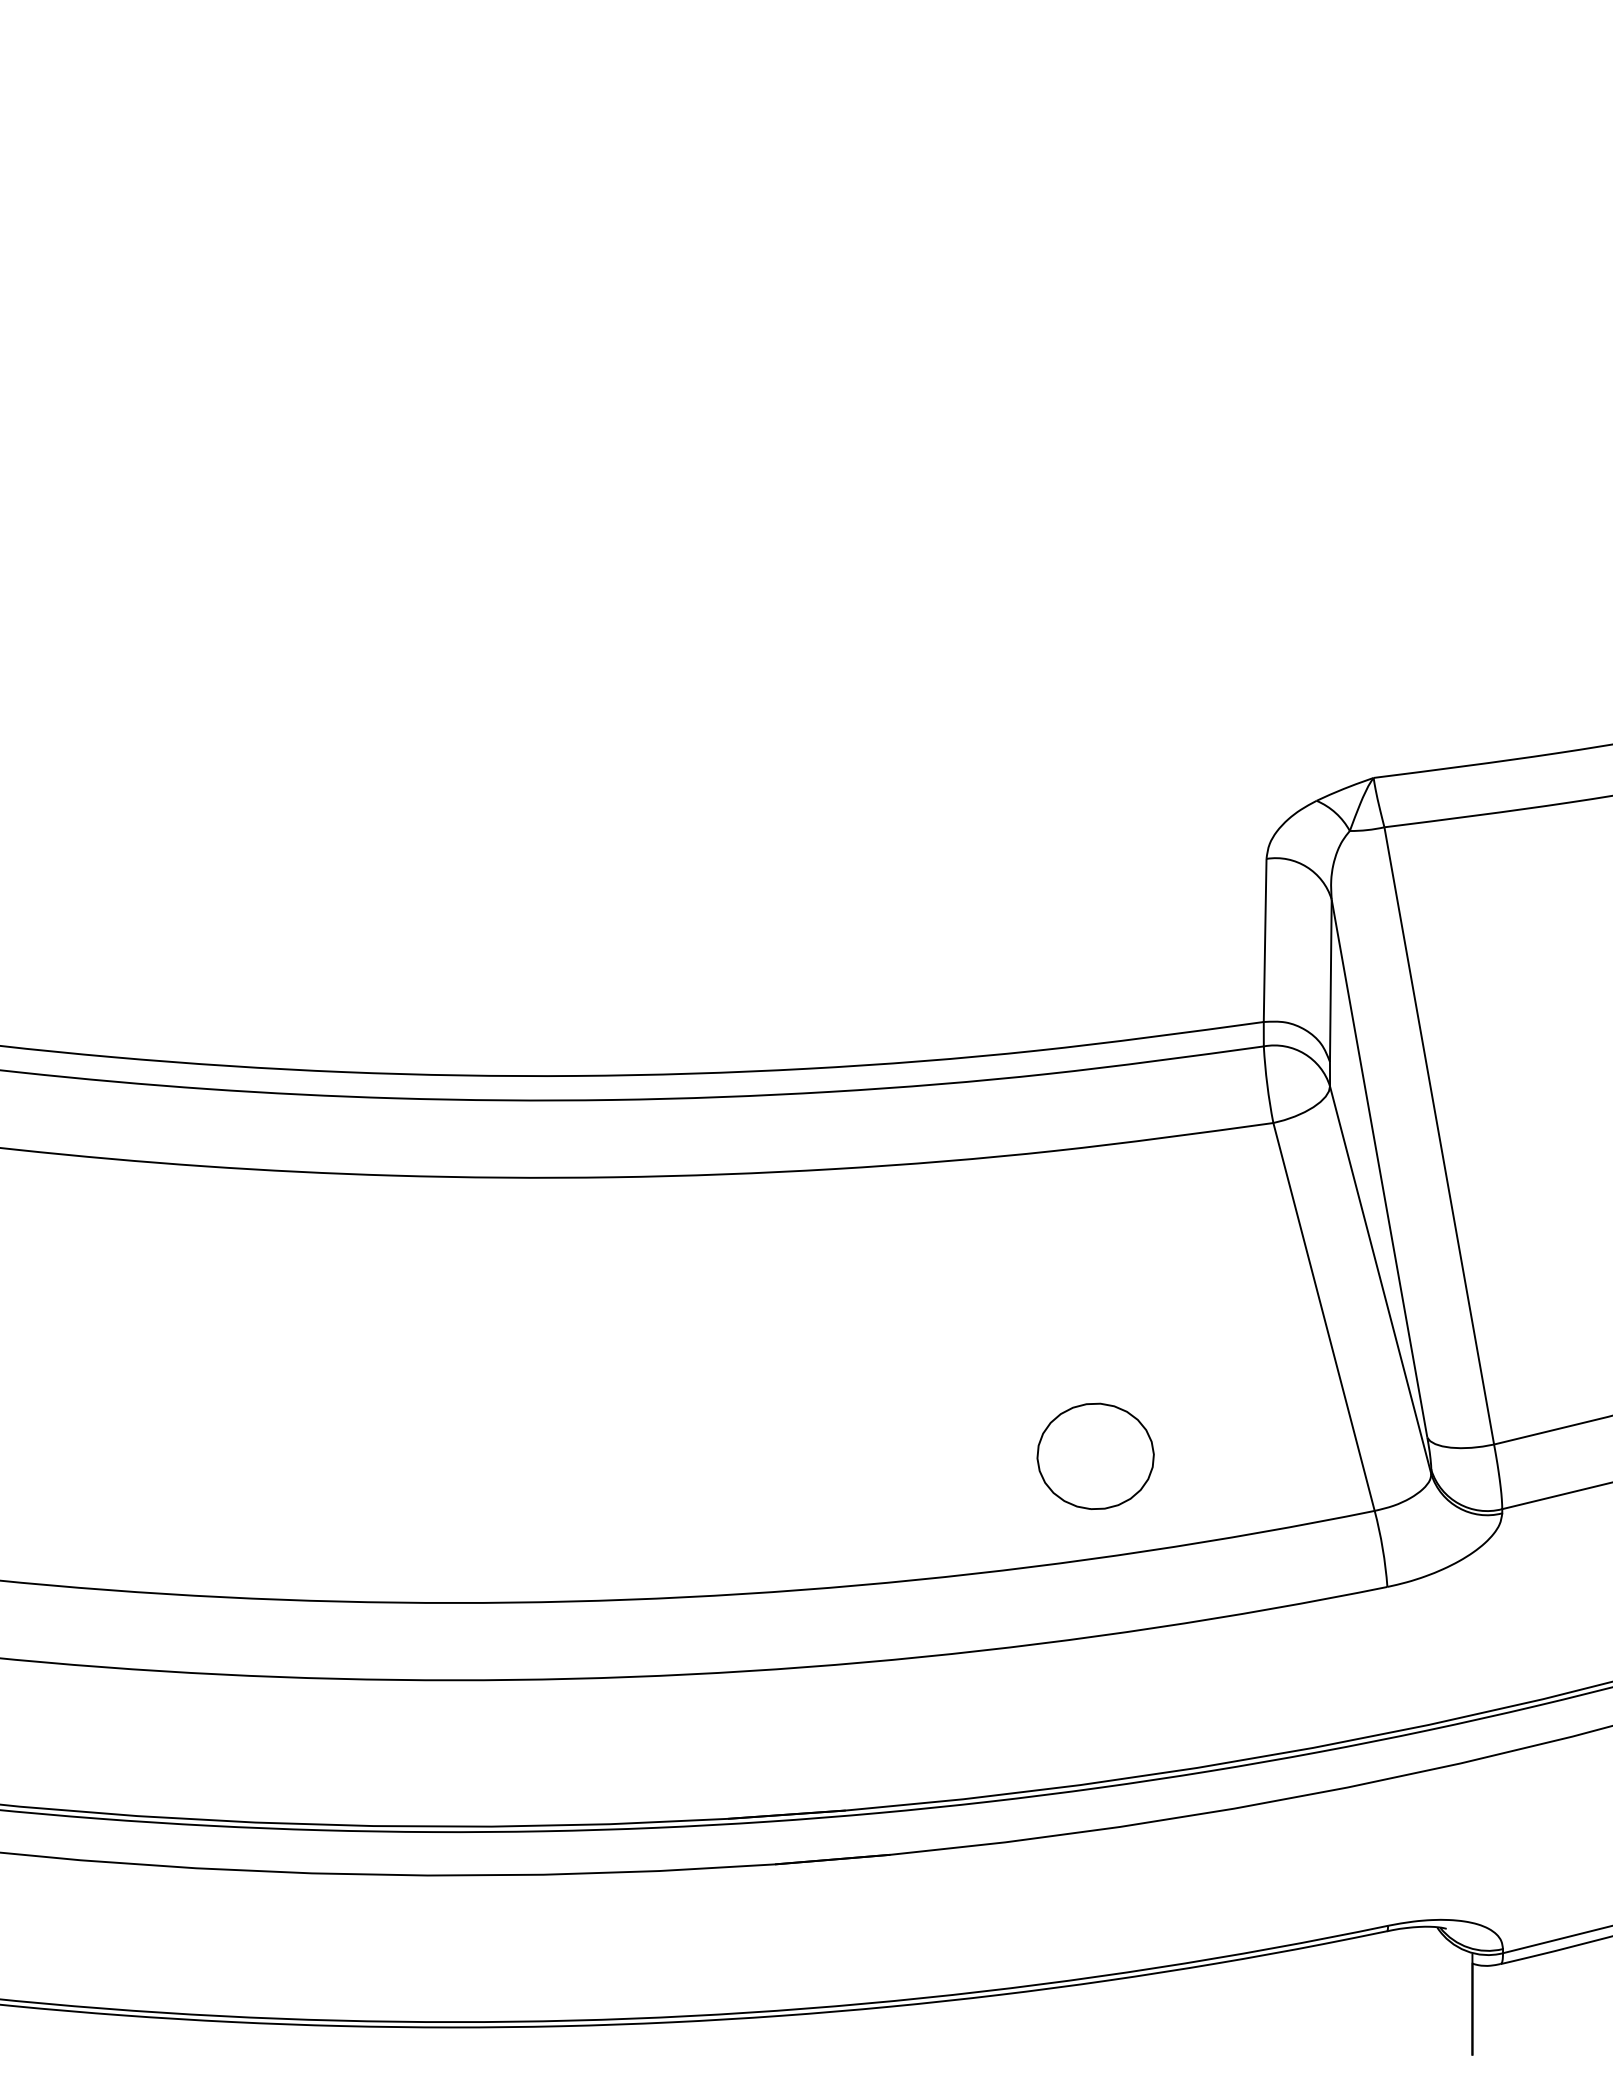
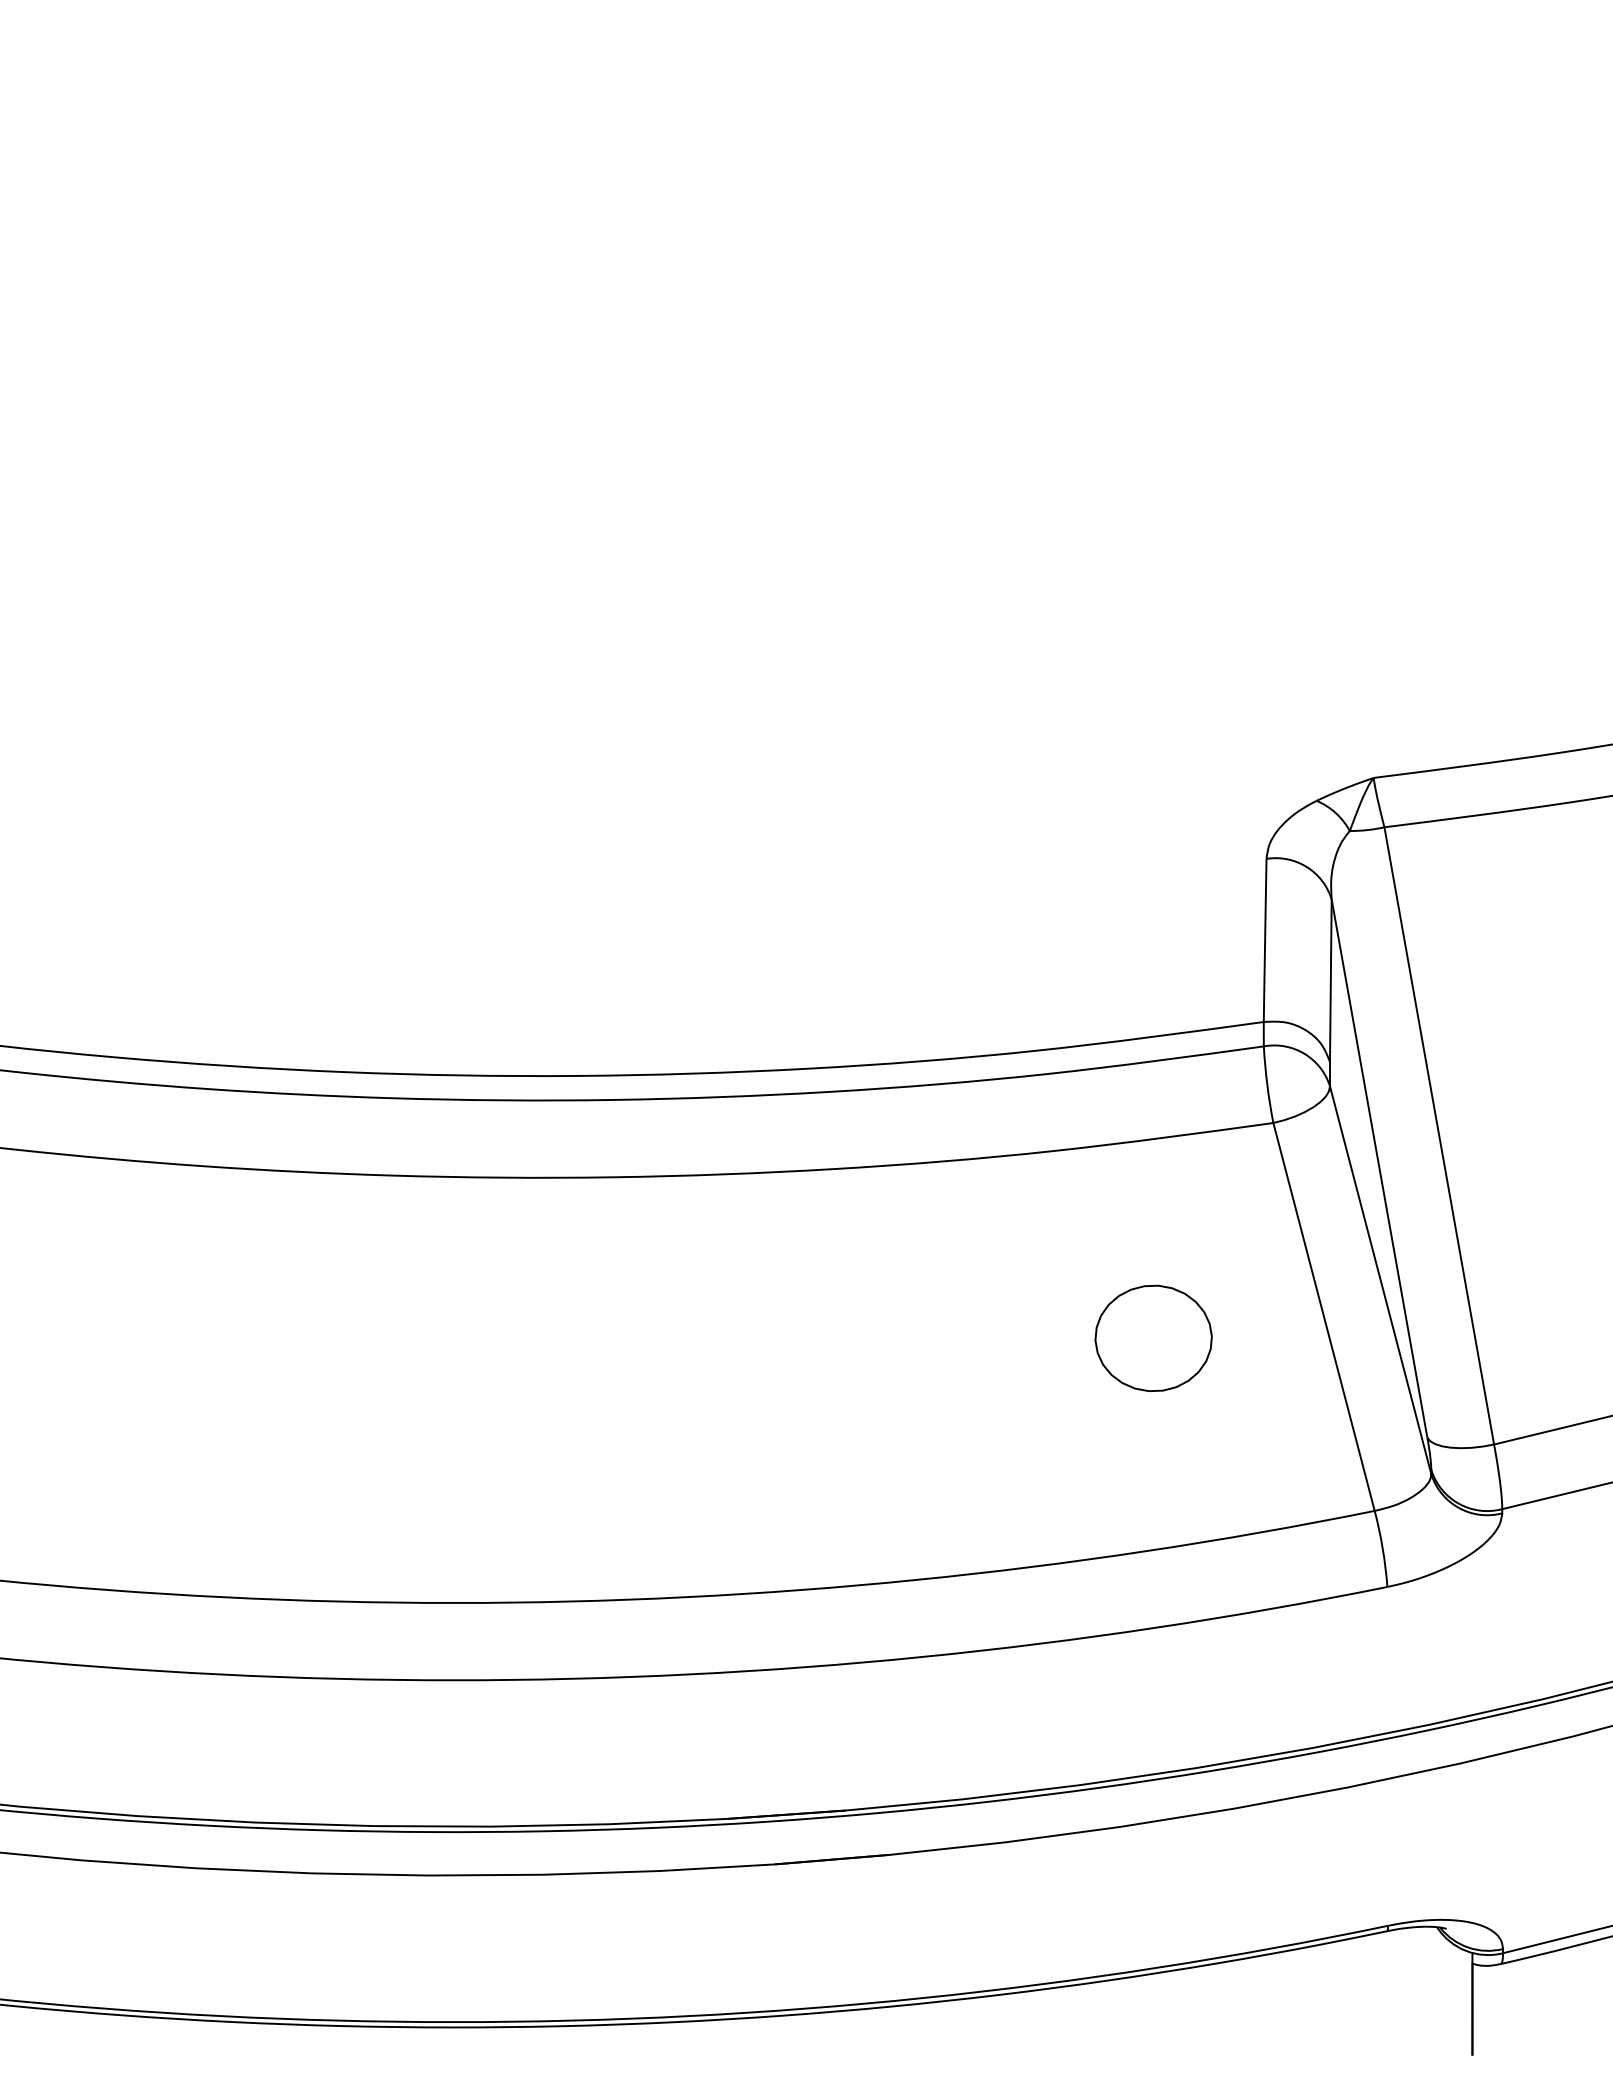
part at (1095, 1455) position: (1095, 1455) -> (1153, 1337)
